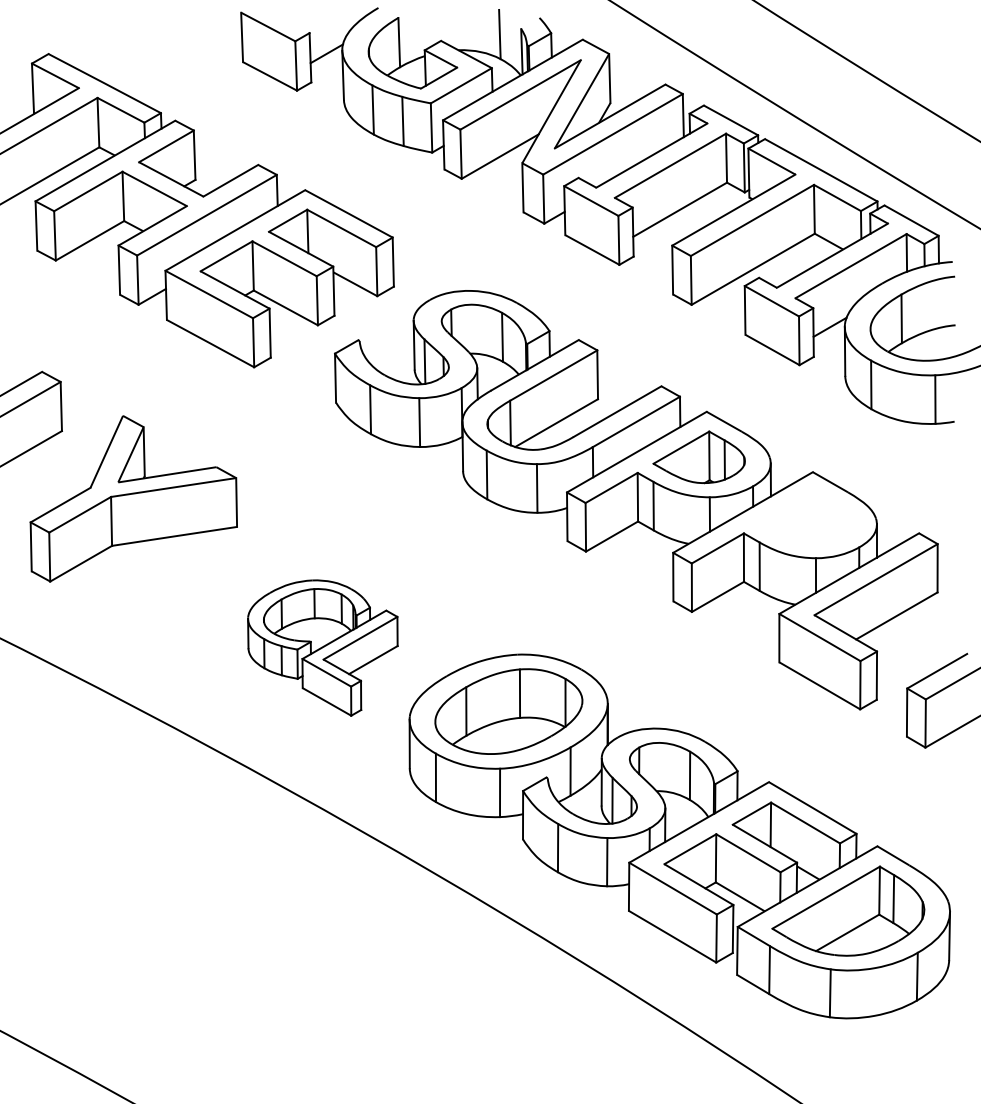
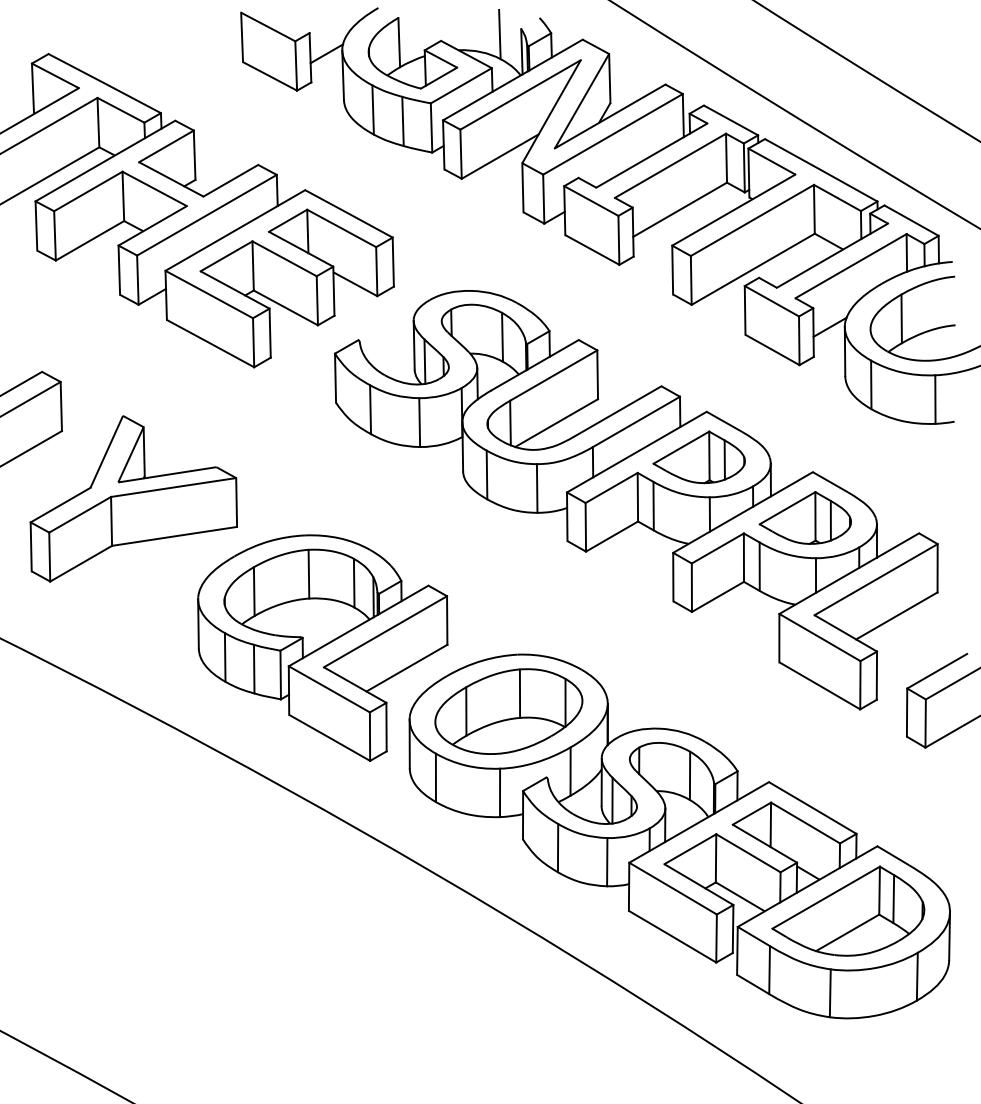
part at (804, 517): none -> present
part at (322, 647) size: 152x138 px -> 252x228 px
